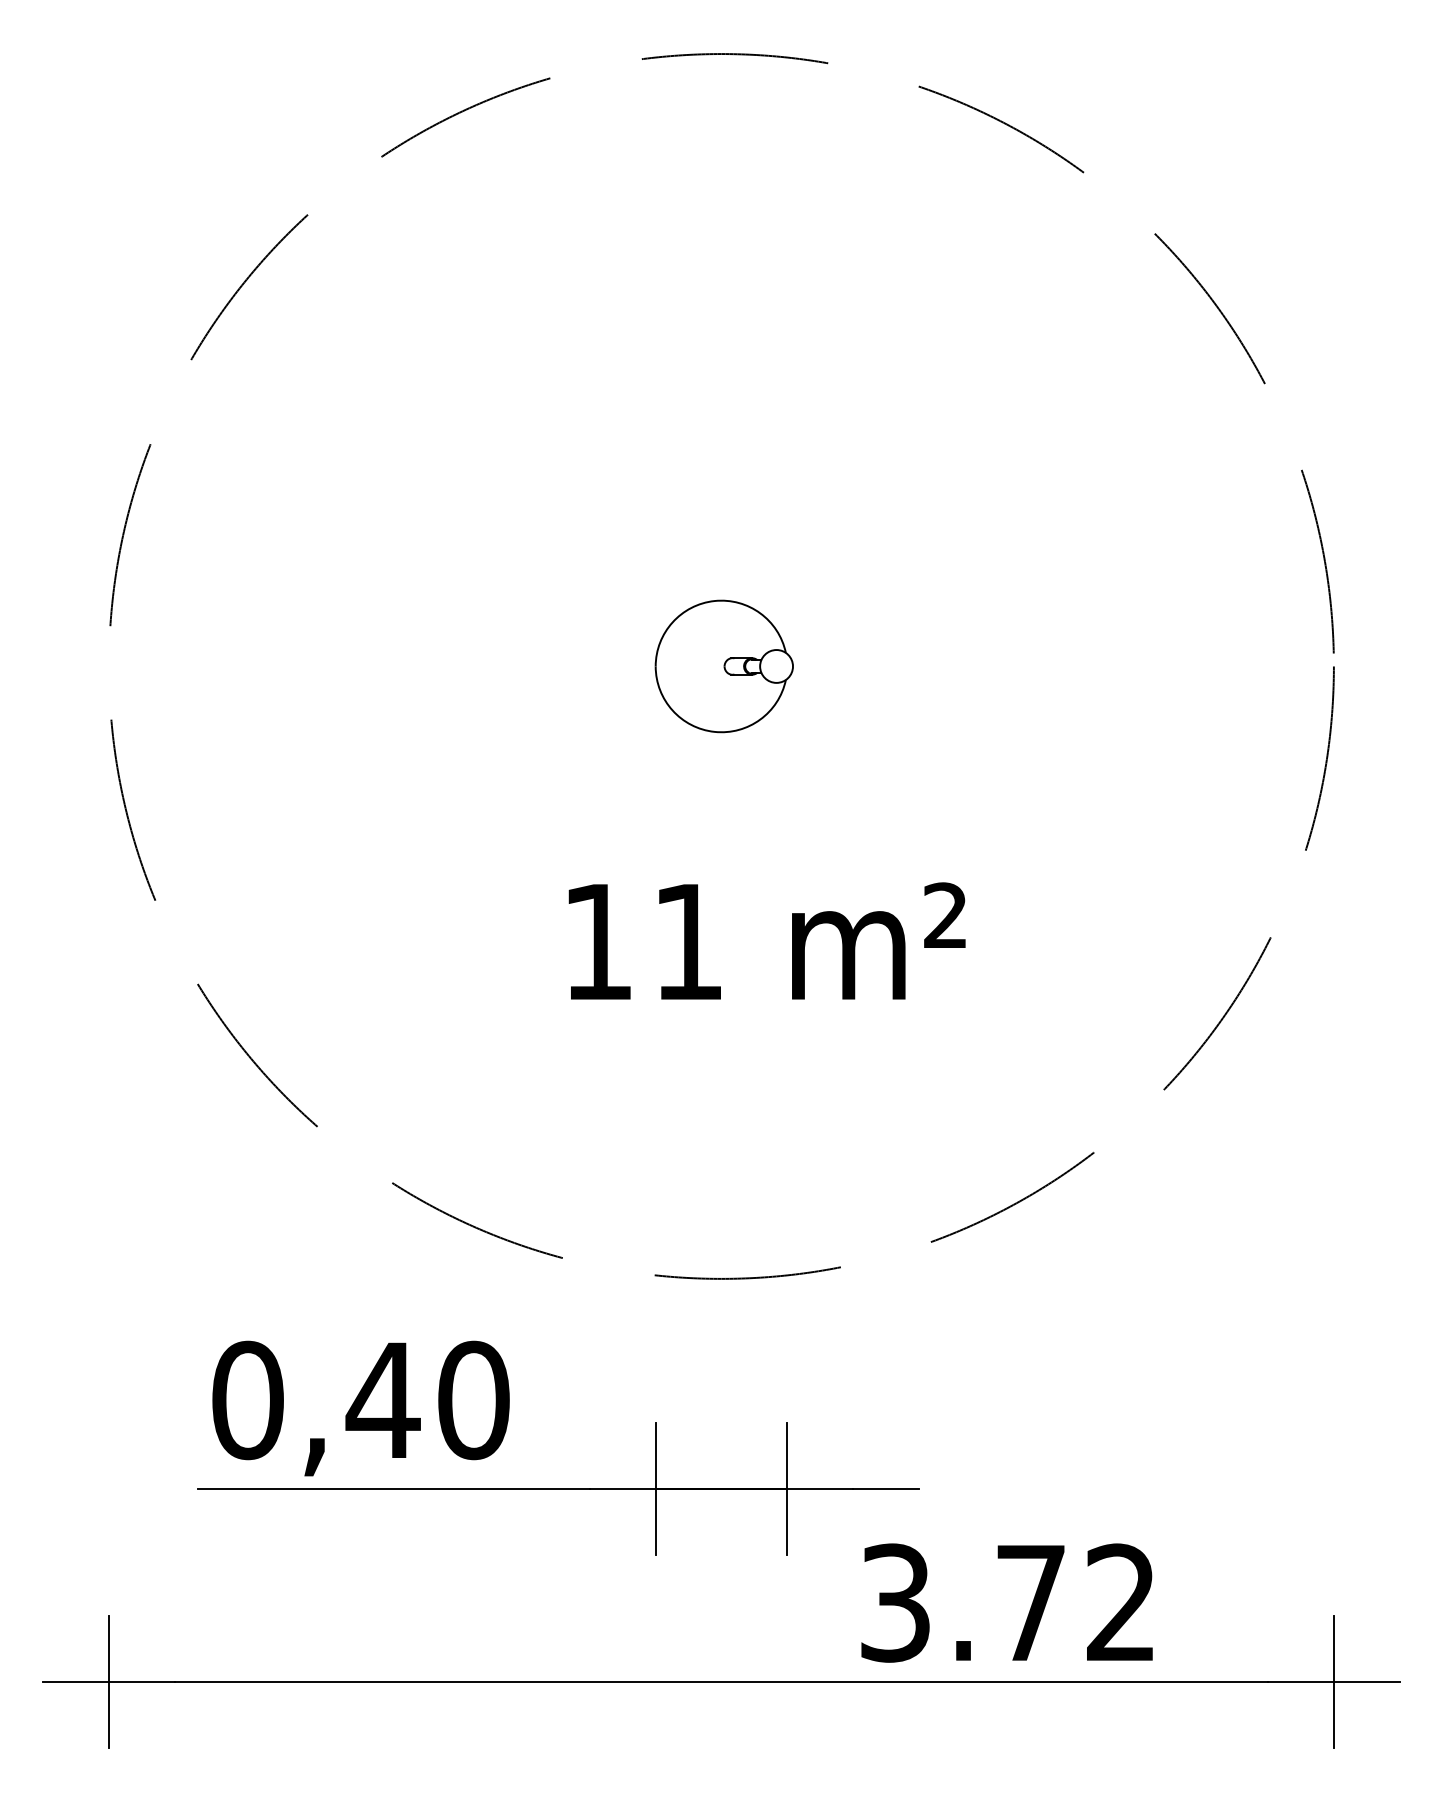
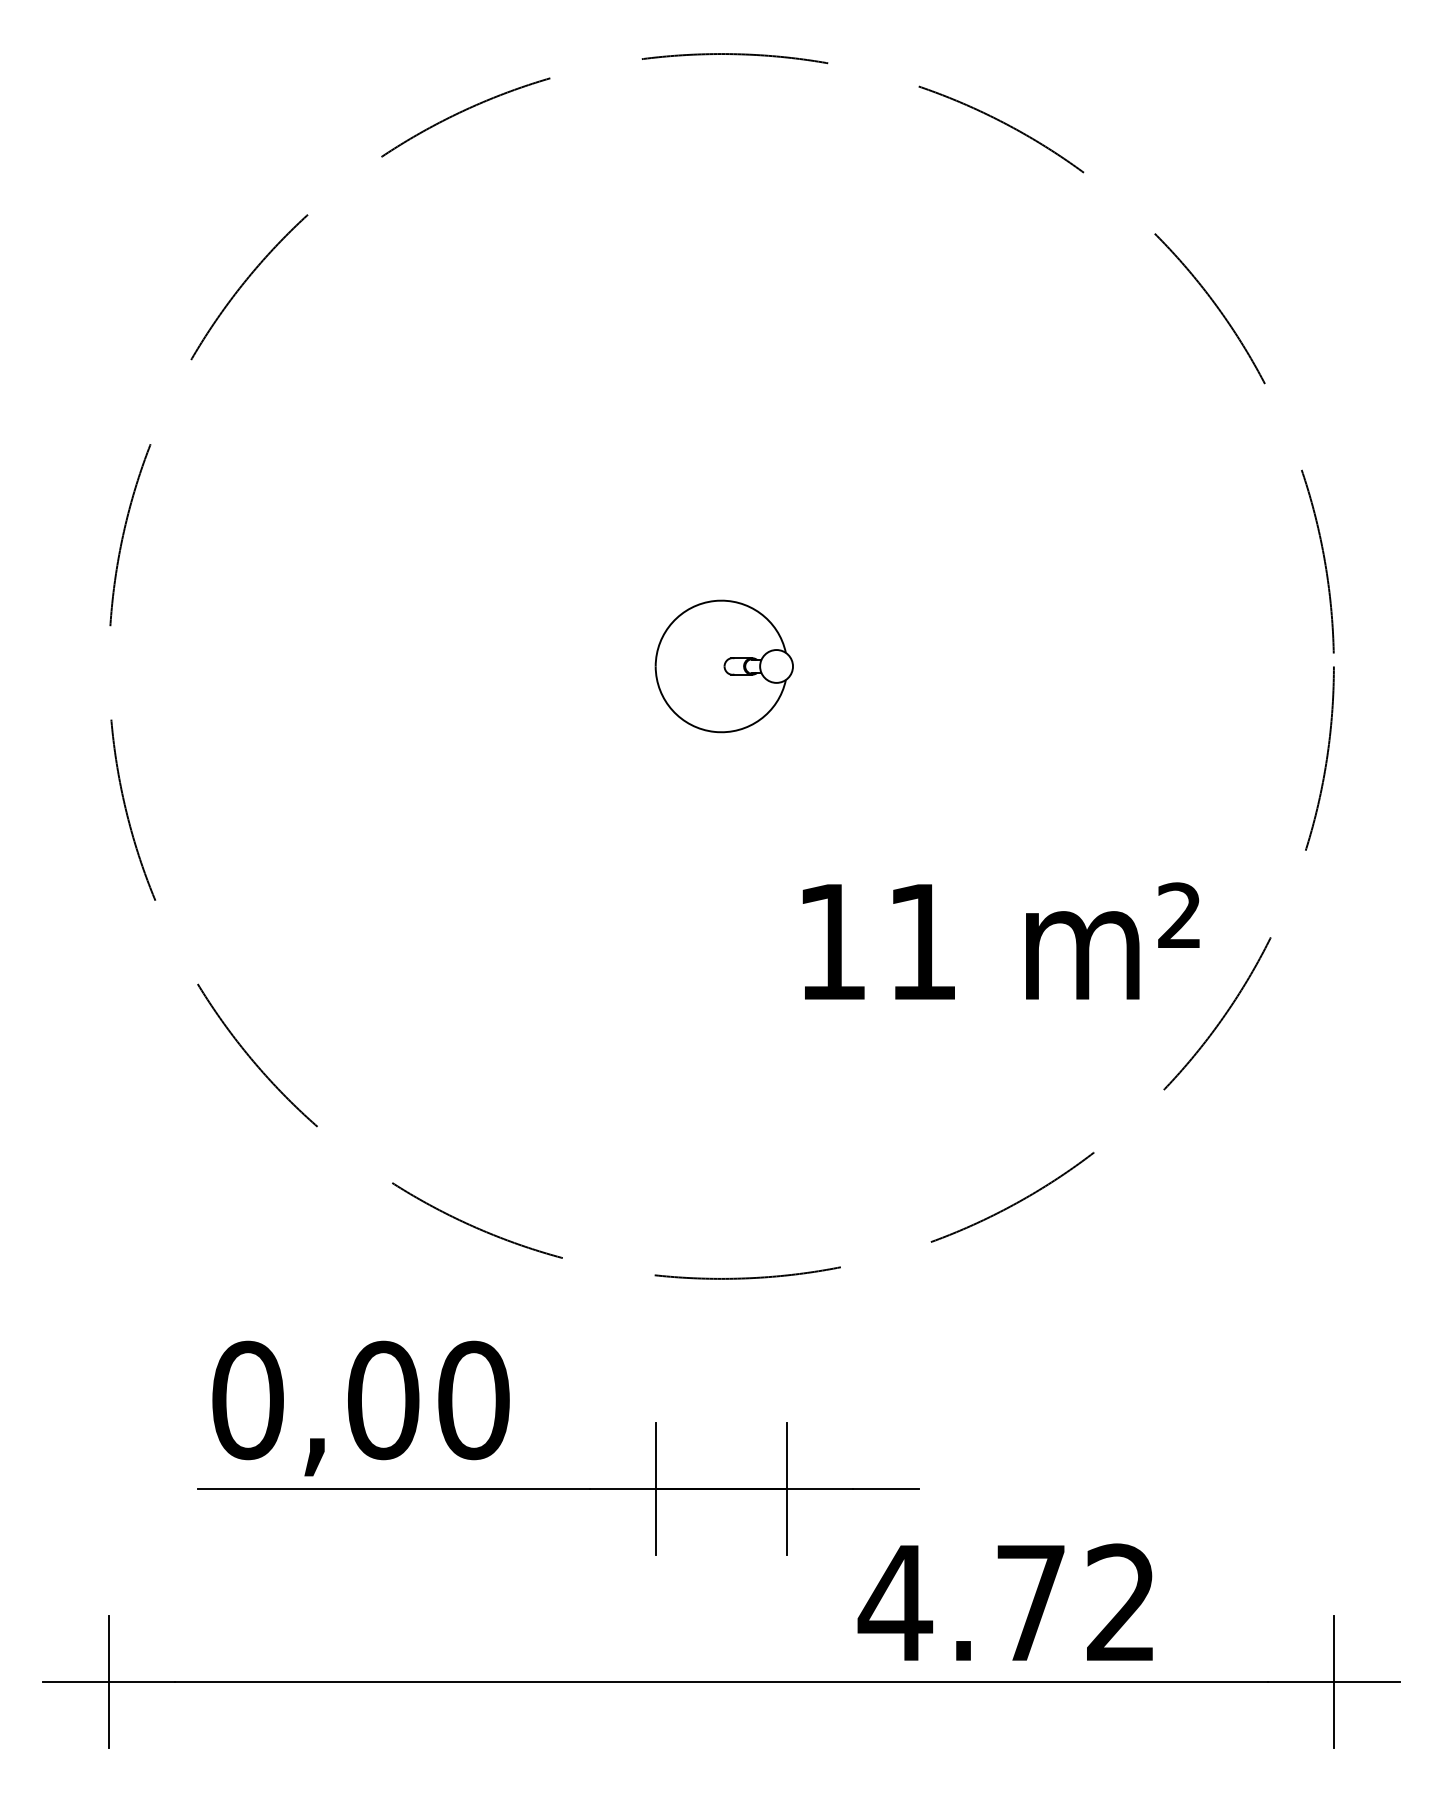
text at (766, 940) position: (766, 940) -> (1000, 940)
text at (382, 1400): 0,40 -> 0,00
text at (895, 1602): 3.72 -> 4.72
